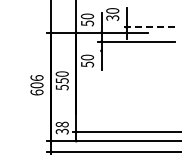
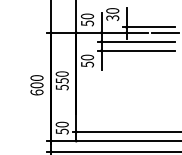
line at (148, 27): dashed -> solid
line at (165, 32): none -> present
line at (136, 50): none -> present
text at (36, 77): 606 -> 600
text at (61, 127): 38 -> 50
